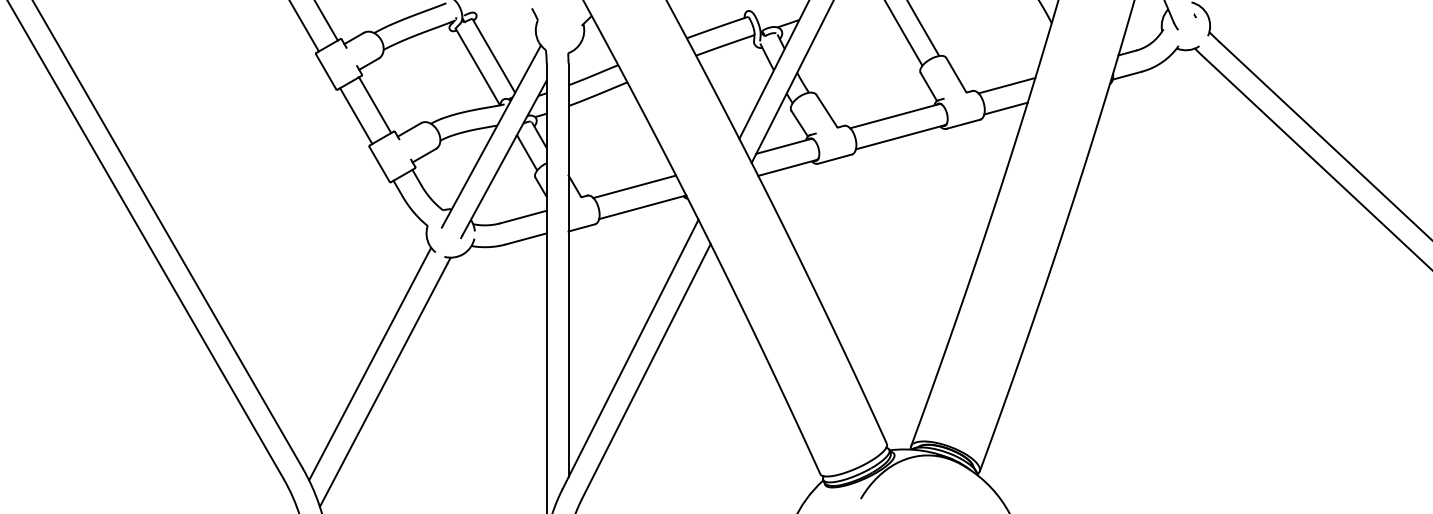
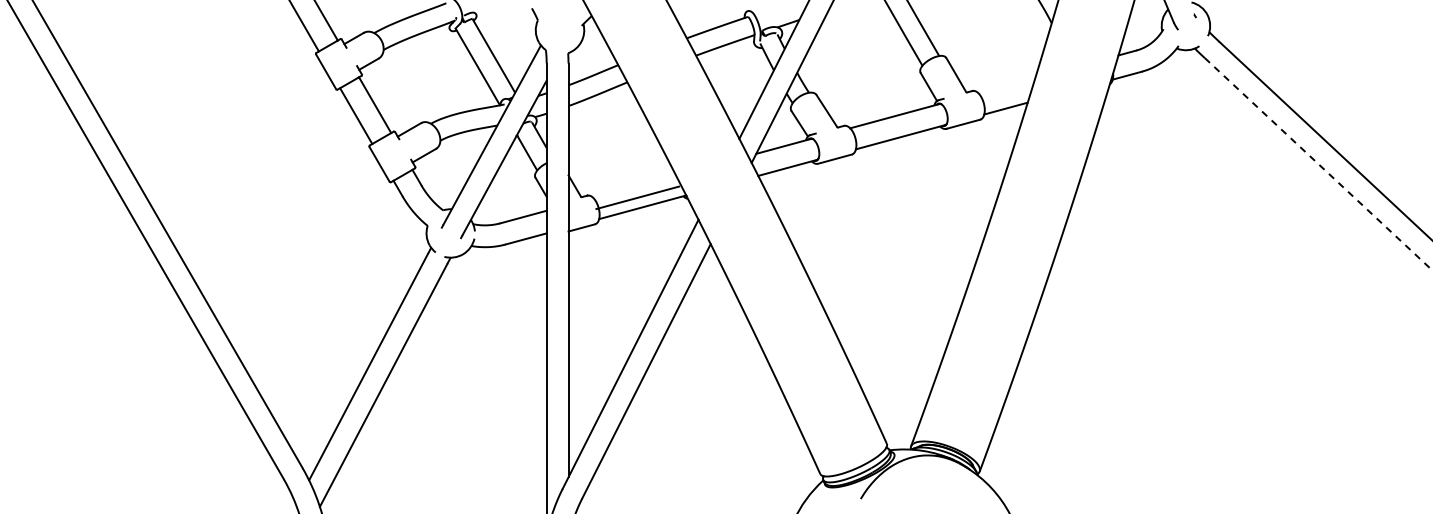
line at (1006, 85): present -> none
line at (1318, 164): solid -> dashed
line at (634, 186) position: (634, 186) -> (637, 197)
